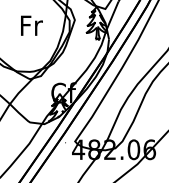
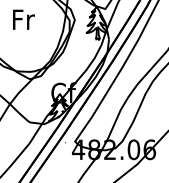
text at (31, 25) position: (31, 25) -> (23, 19)
